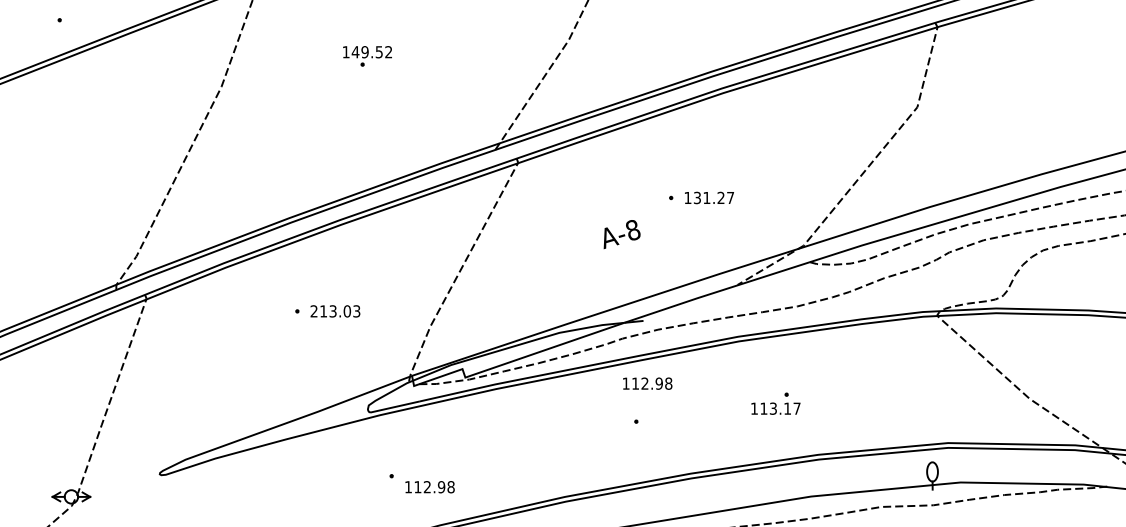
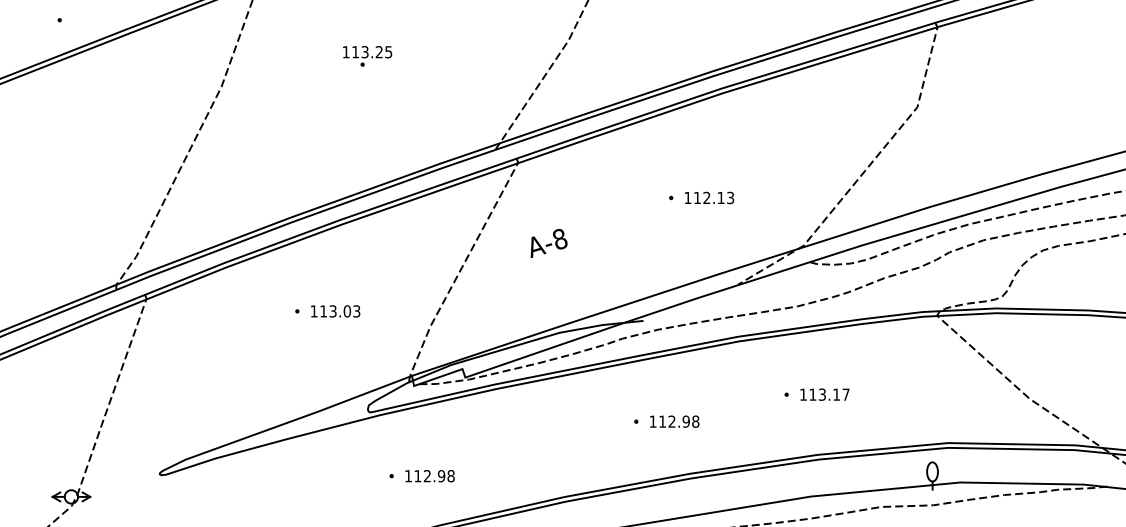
text at (371, 52): 149.52 -> 113.25
text at (714, 197): 131.27 -> 112.13
text at (621, 234) position: (621, 234) -> (548, 243)
text at (313, 311): 213.03 -> 113.03
text at (647, 383) position: (647, 383) -> (674, 421)
text at (775, 408) position: (775, 408) -> (824, 394)
text at (429, 487) position: (429, 487) -> (429, 476)
